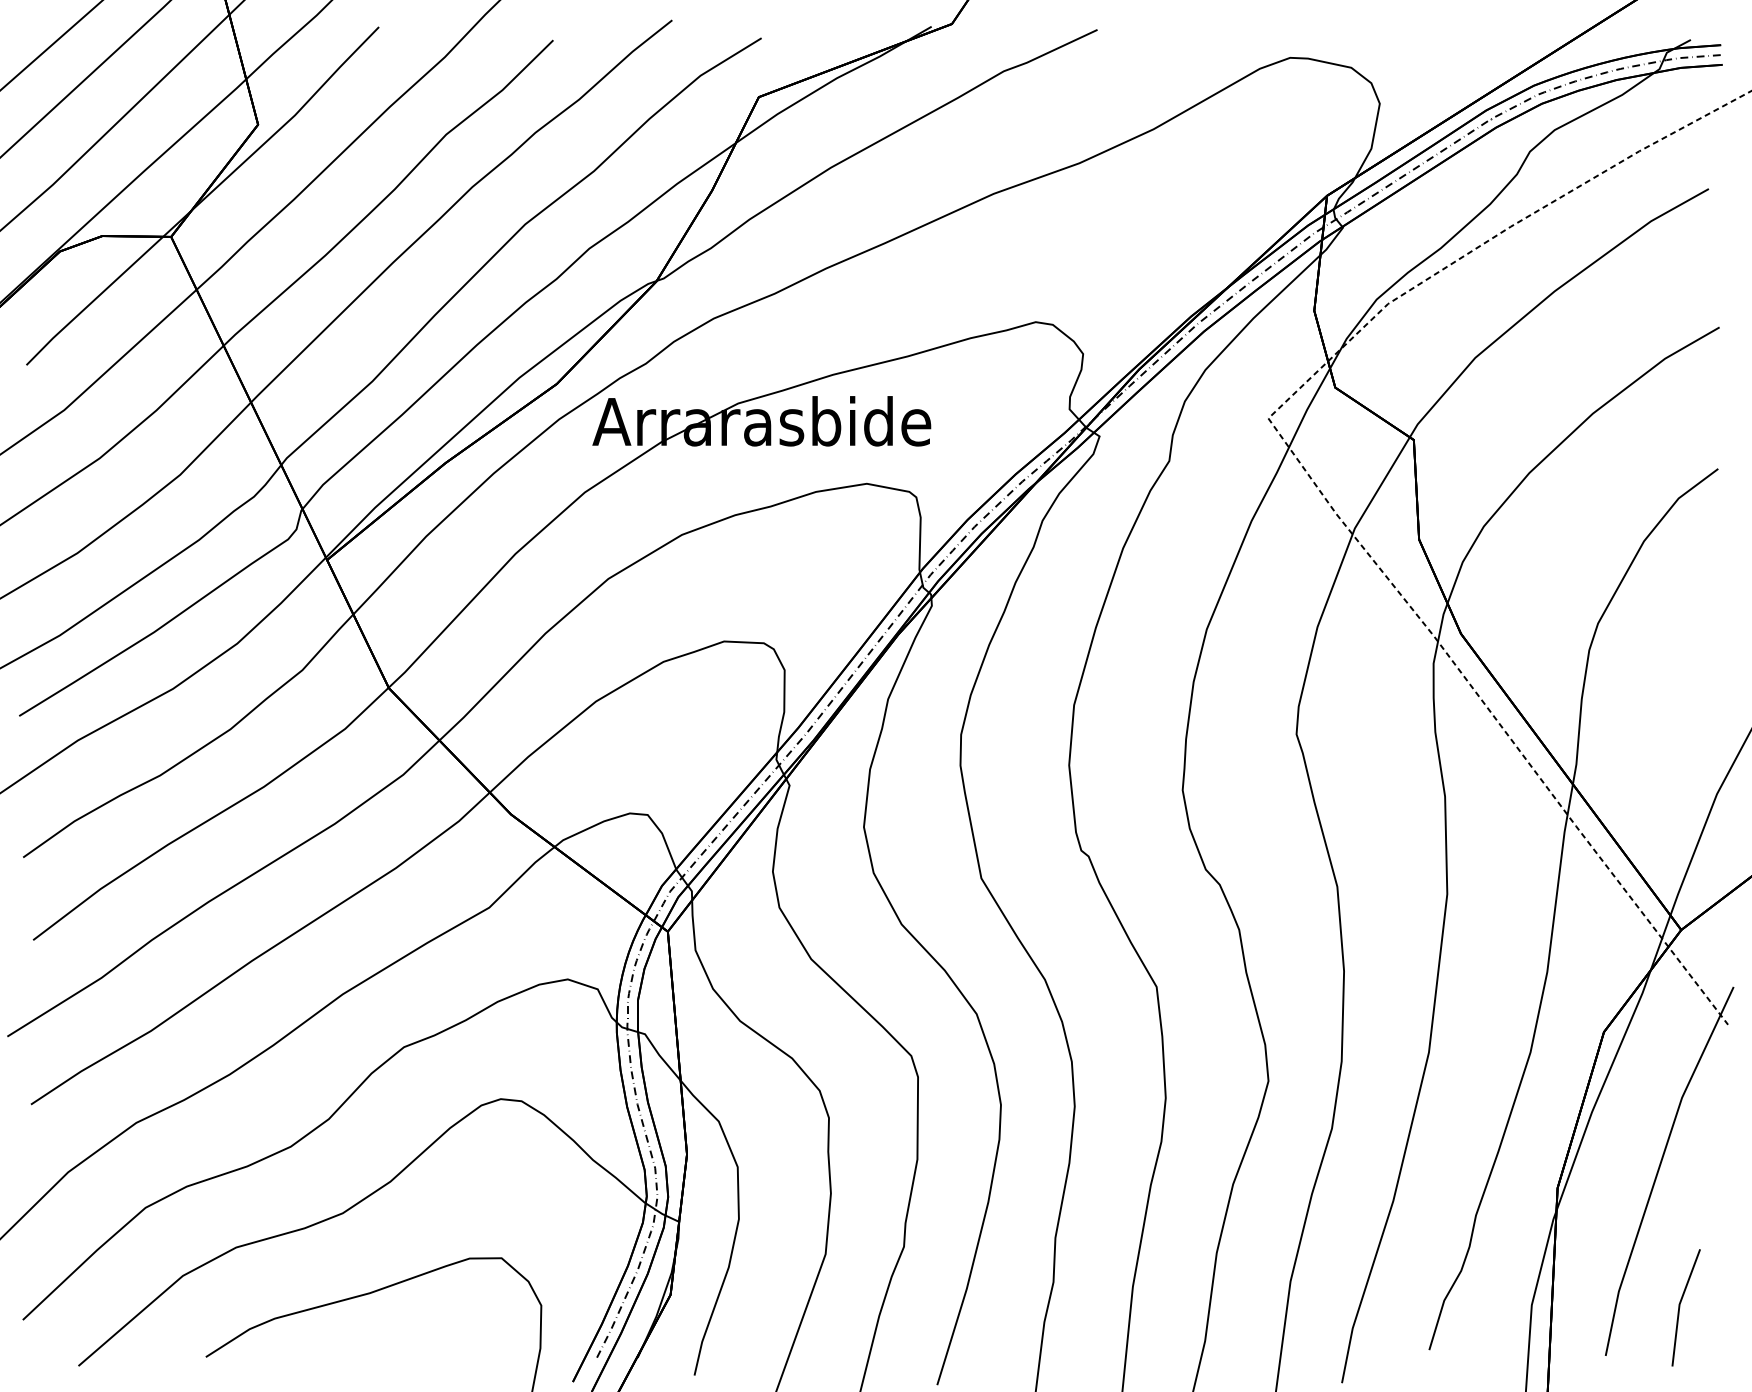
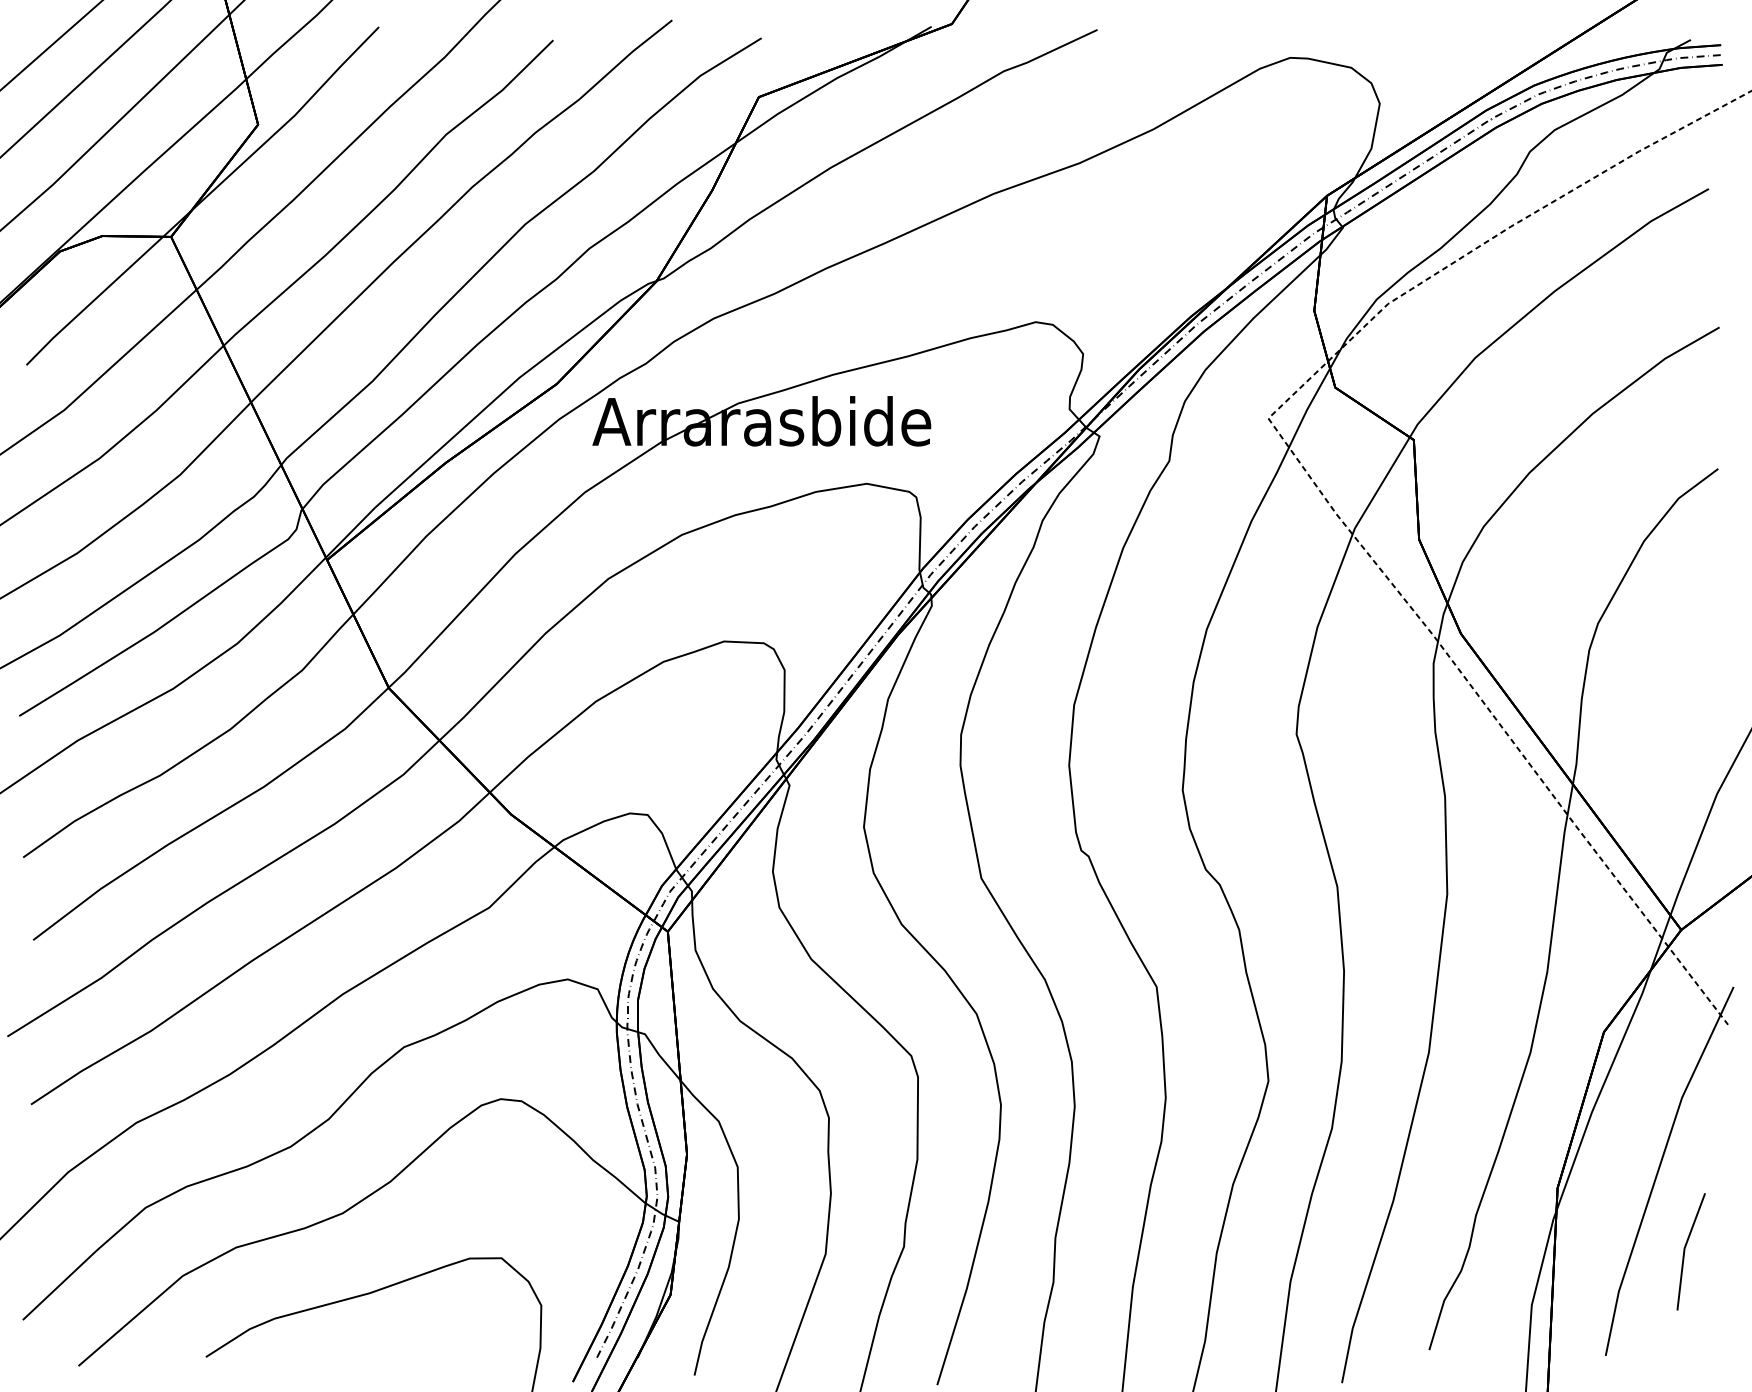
line at (1680, 1307) position: (1680, 1307) -> (1685, 1251)
